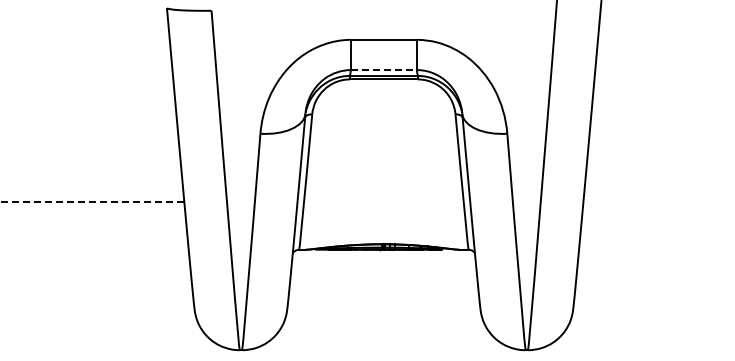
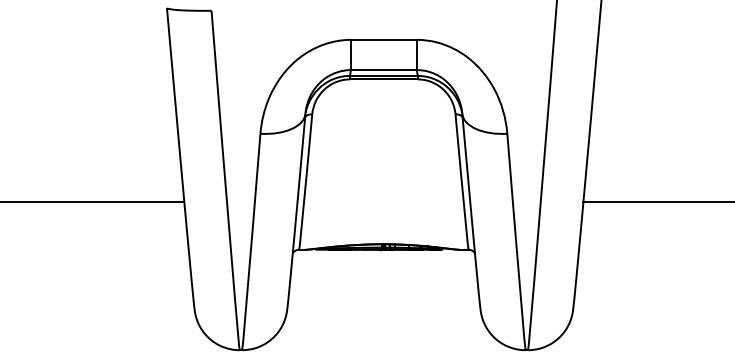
line at (383, 70): dashed -> solid
line at (92, 201): dashed -> solid
line at (657, 201): none -> present
